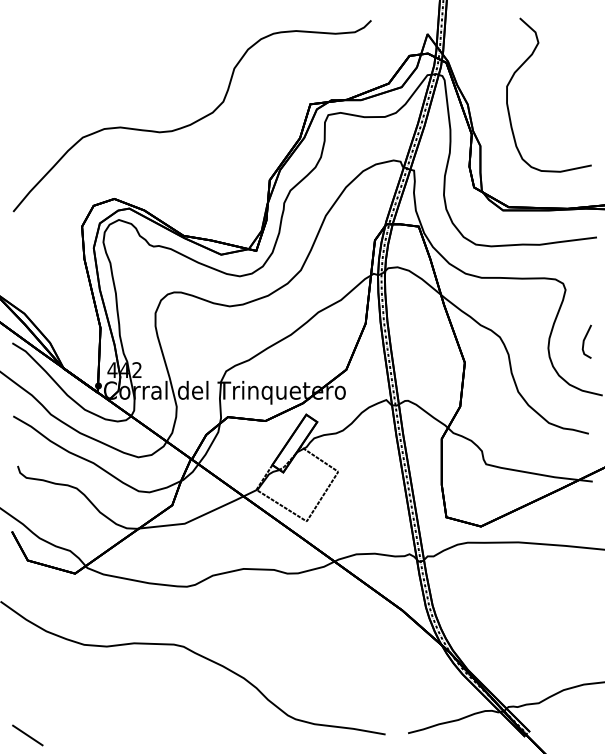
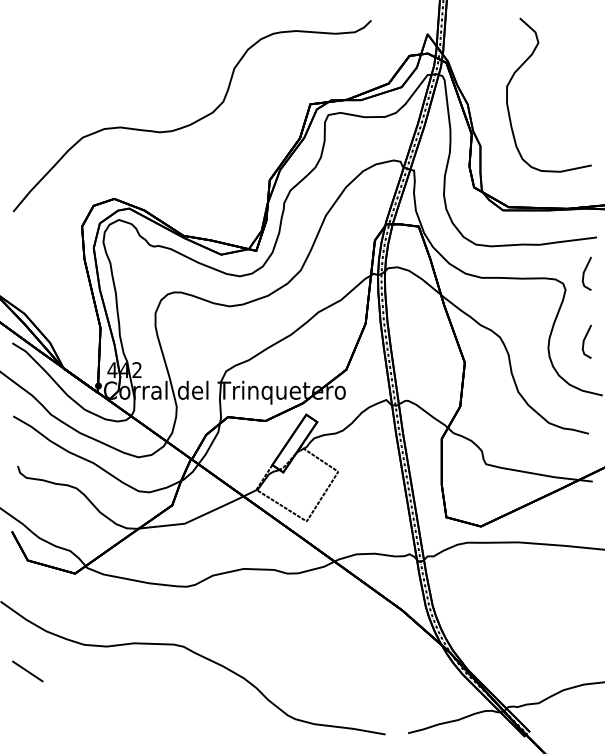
line at (584, 273): none -> present
line at (27, 735) position: (27, 735) -> (27, 671)
